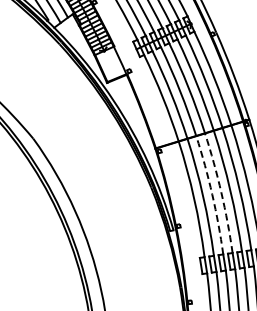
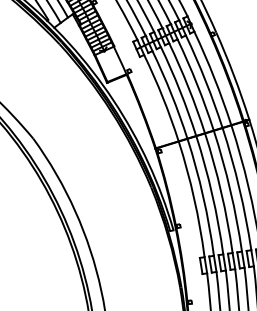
arc at (221, 192): dashed -> solid
arc at (212, 194): dashed -> solid
